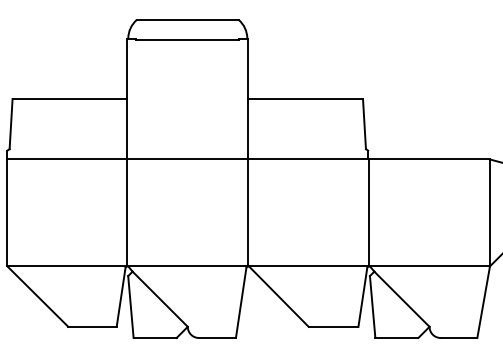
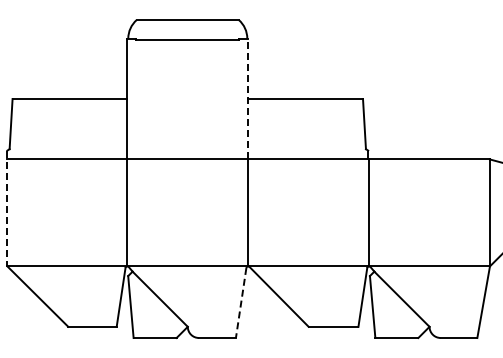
line at (248, 98): solid -> dashed
line at (7, 208): solid -> dashed
line at (241, 303): solid -> dashed
